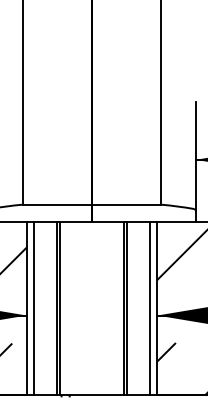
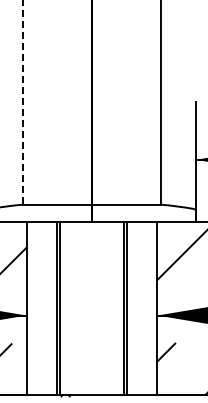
line at (22, 102): solid -> dashed
line at (33, 307): present -> none
line at (150, 307): present -> none
